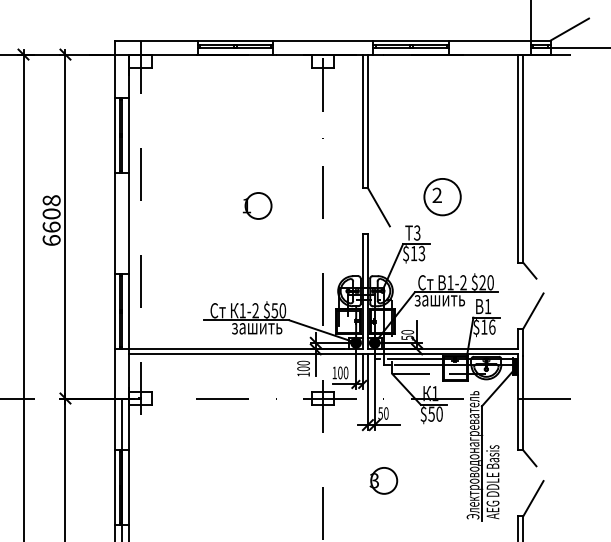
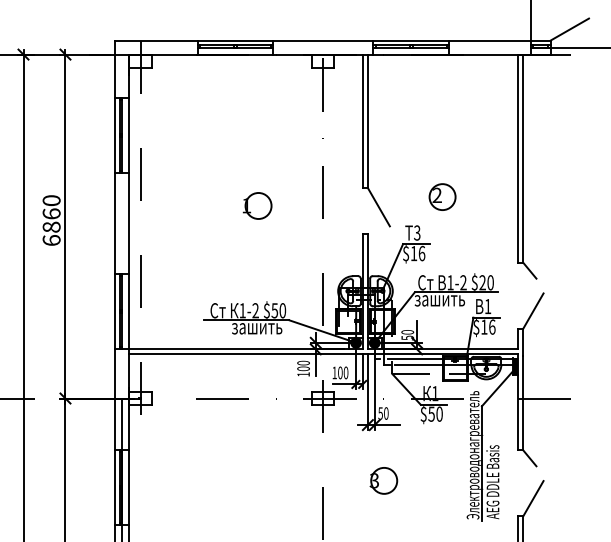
circle at (442, 196) diameter: 36 px -> 26 px
text at (51, 213): 6608 -> 6860
text at (421, 253): $13 -> $16
